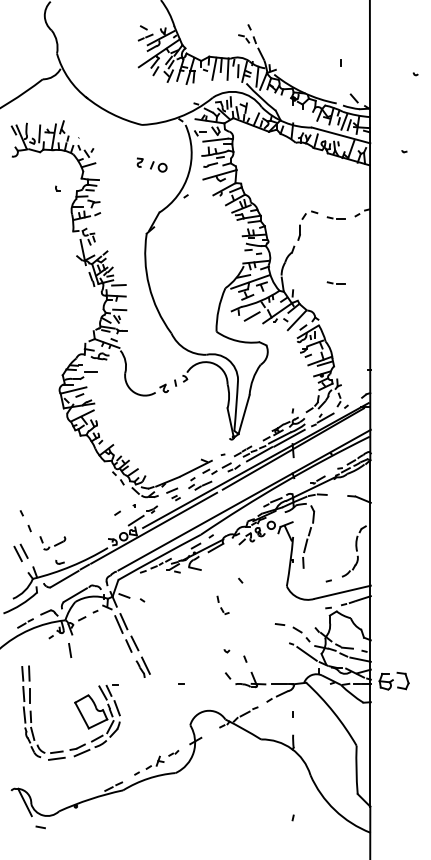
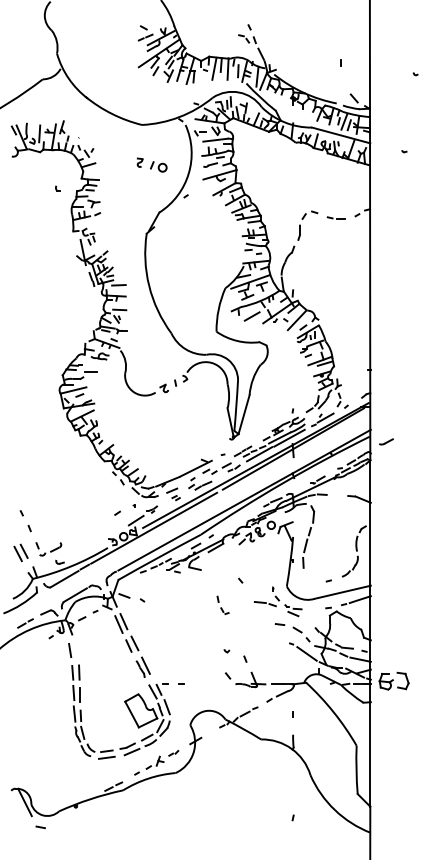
part at (335, 282): present -> none
part at (386, 441): none -> present
part at (52, 543) position: (52, 543) -> (48, 549)
part at (277, 601): none -> present
part at (77, 709) position: (77, 709) -> (127, 708)
